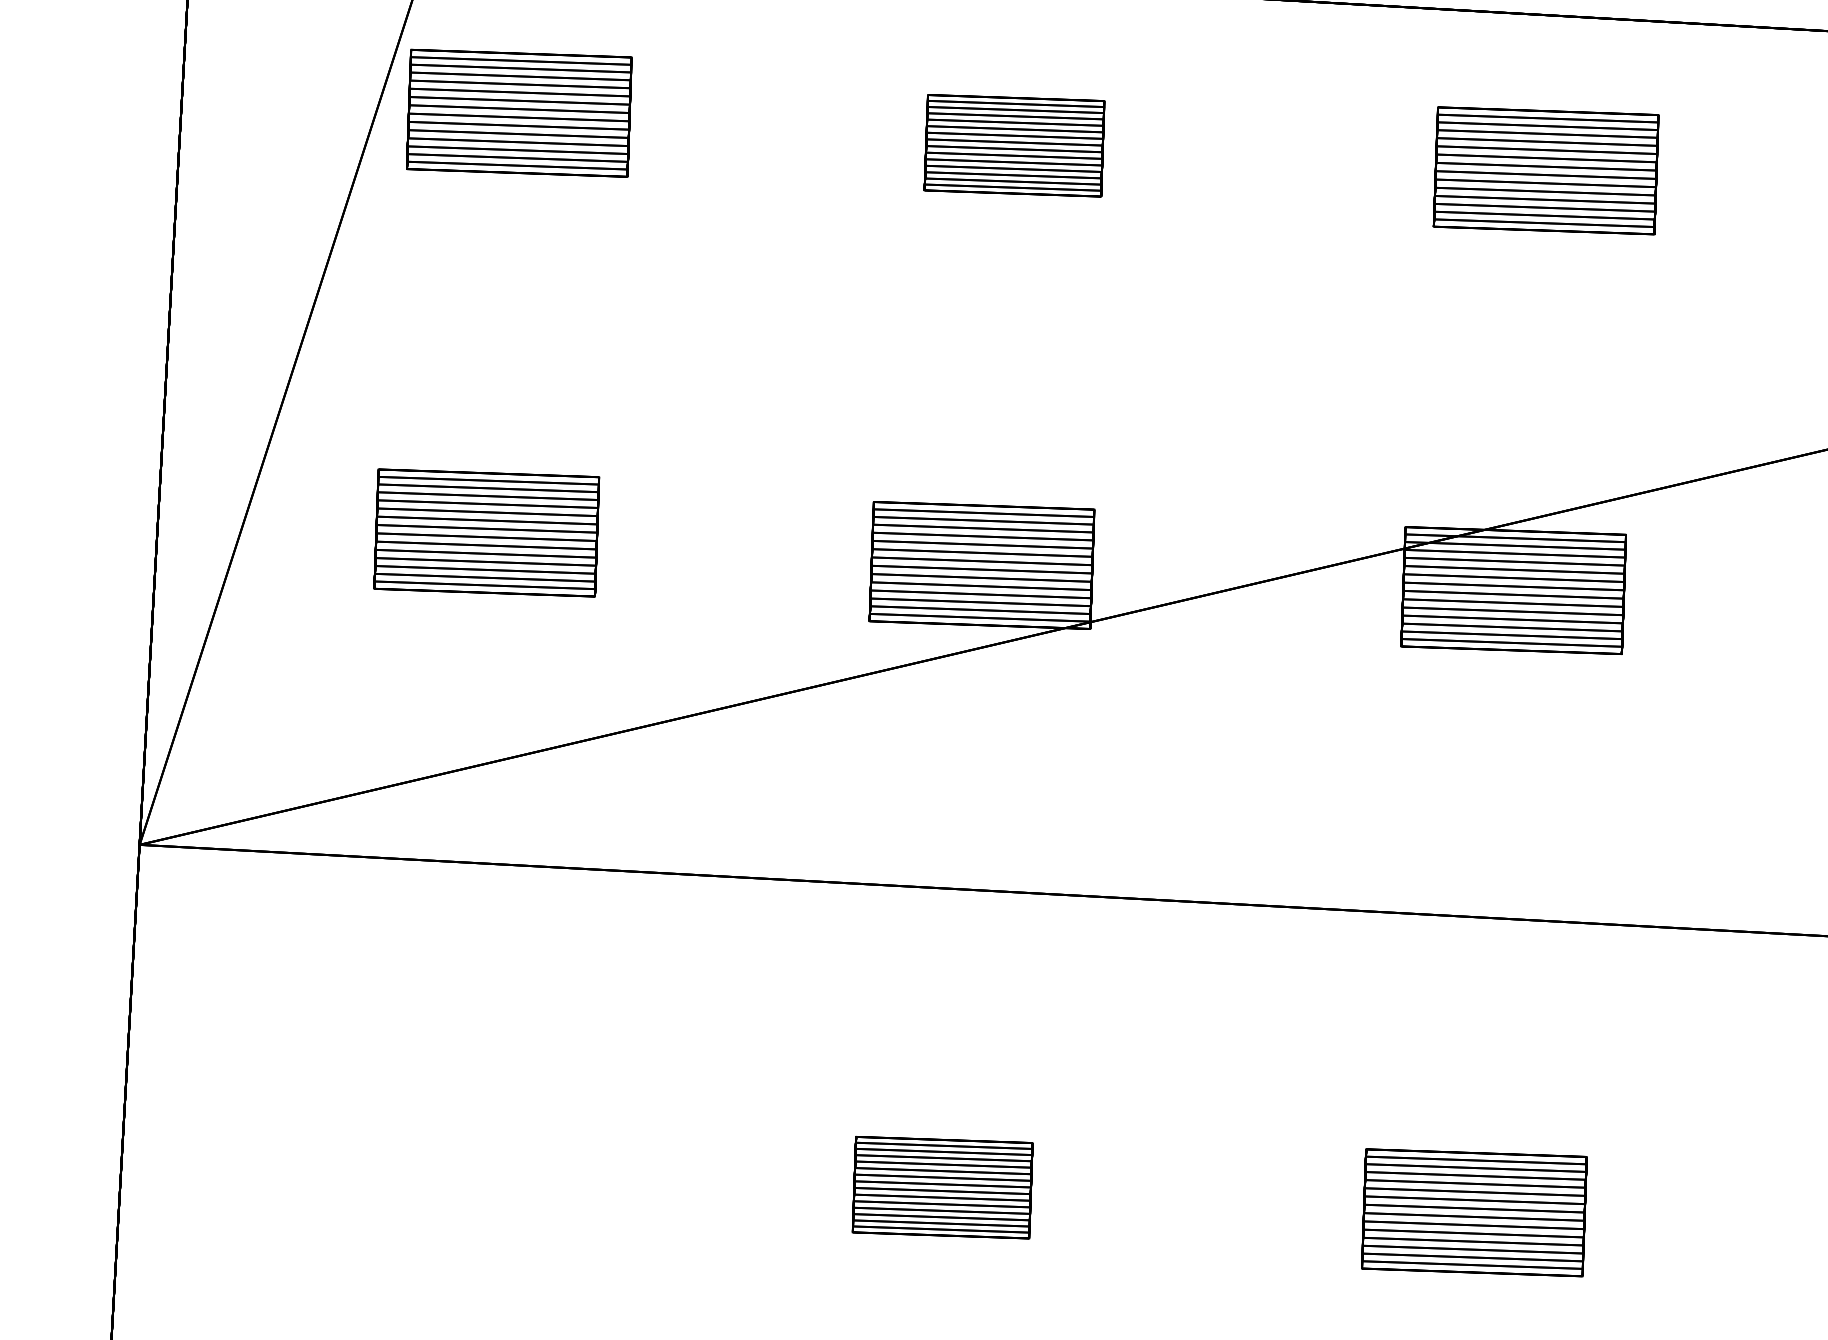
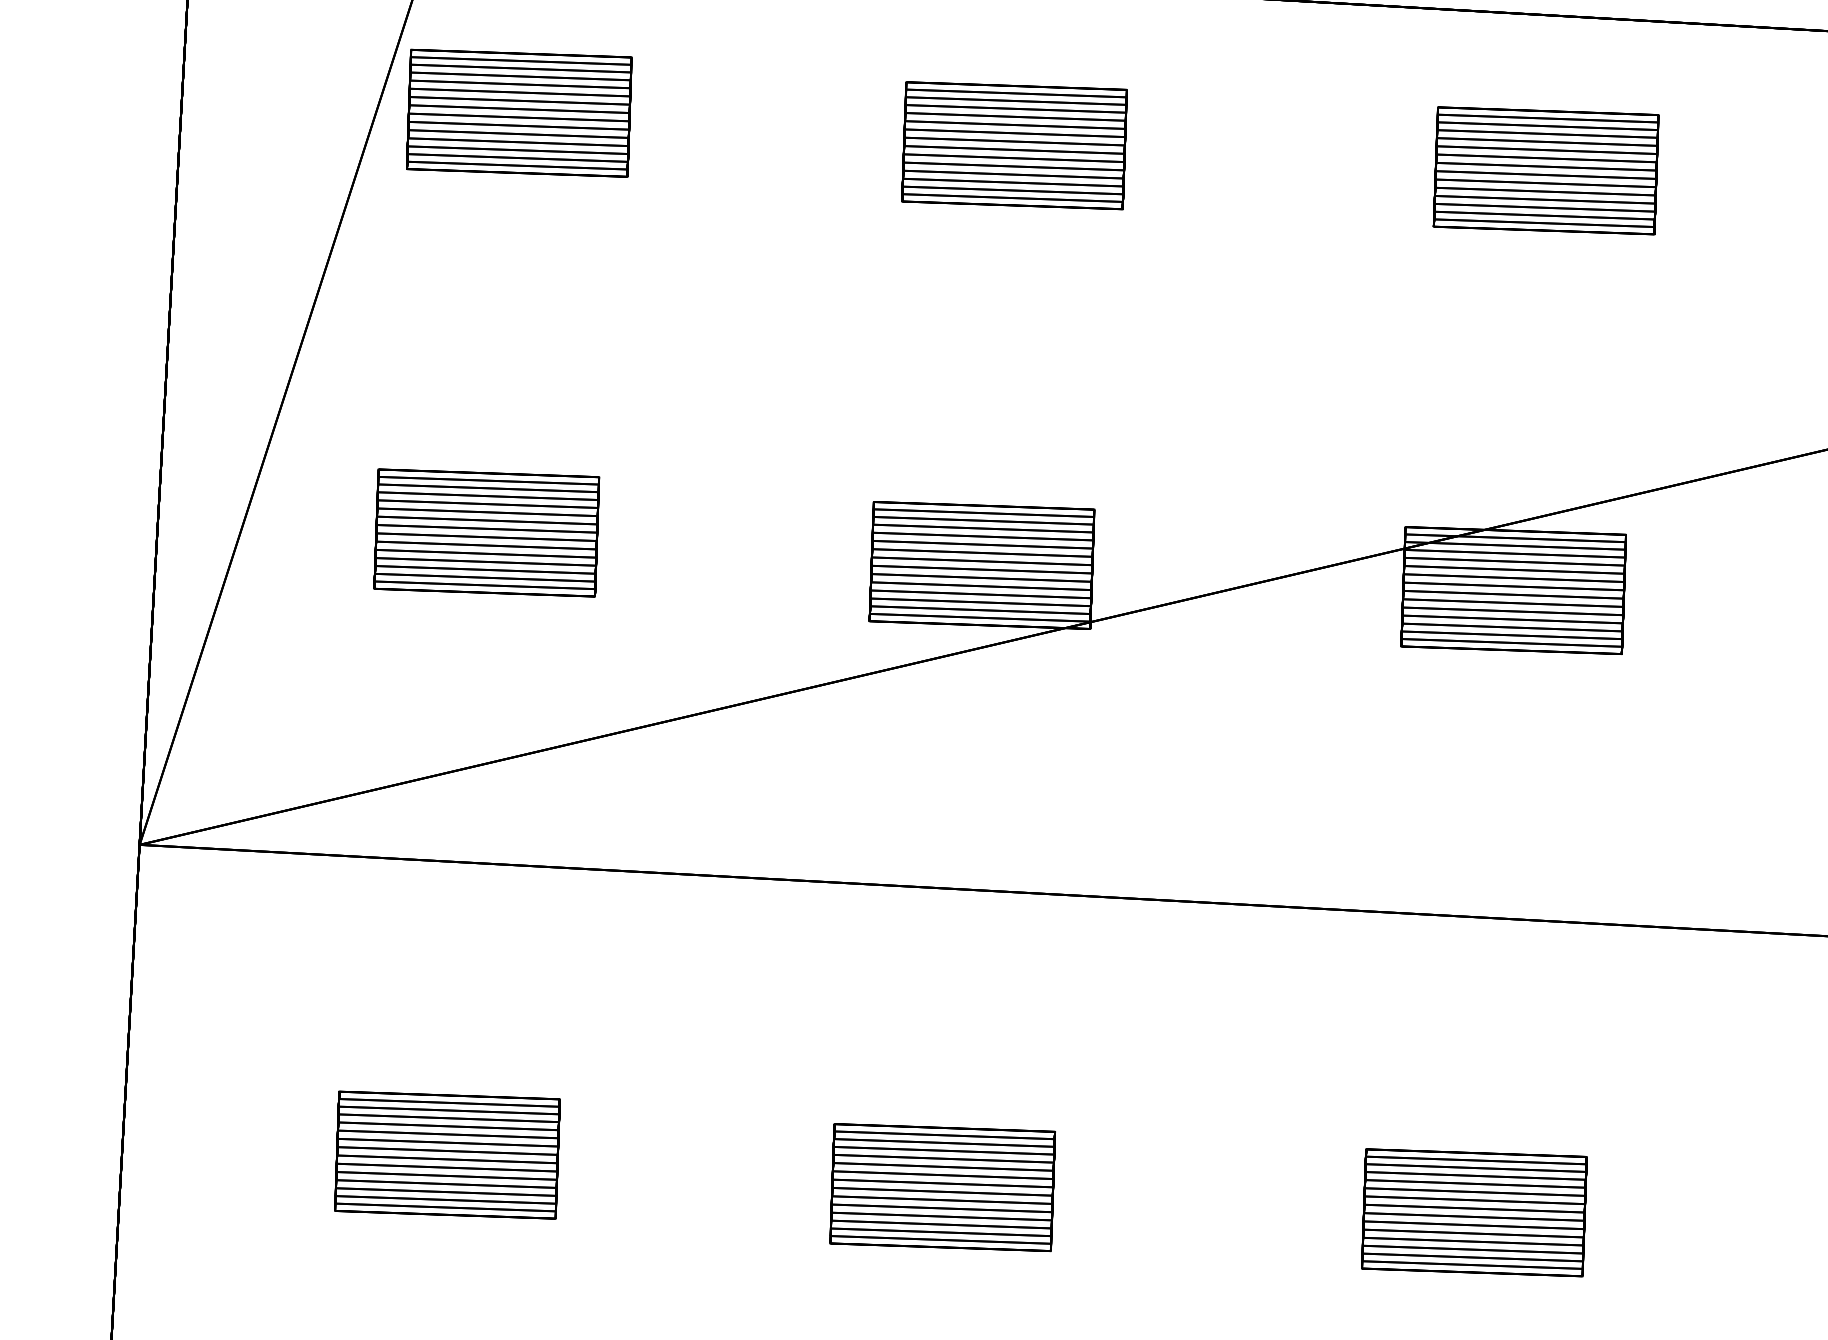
part at (1014, 145) size: 183x104 px -> 227x130 px
part at (447, 1154): none -> present
part at (942, 1187) size: 183x104 px -> 227x130 px
